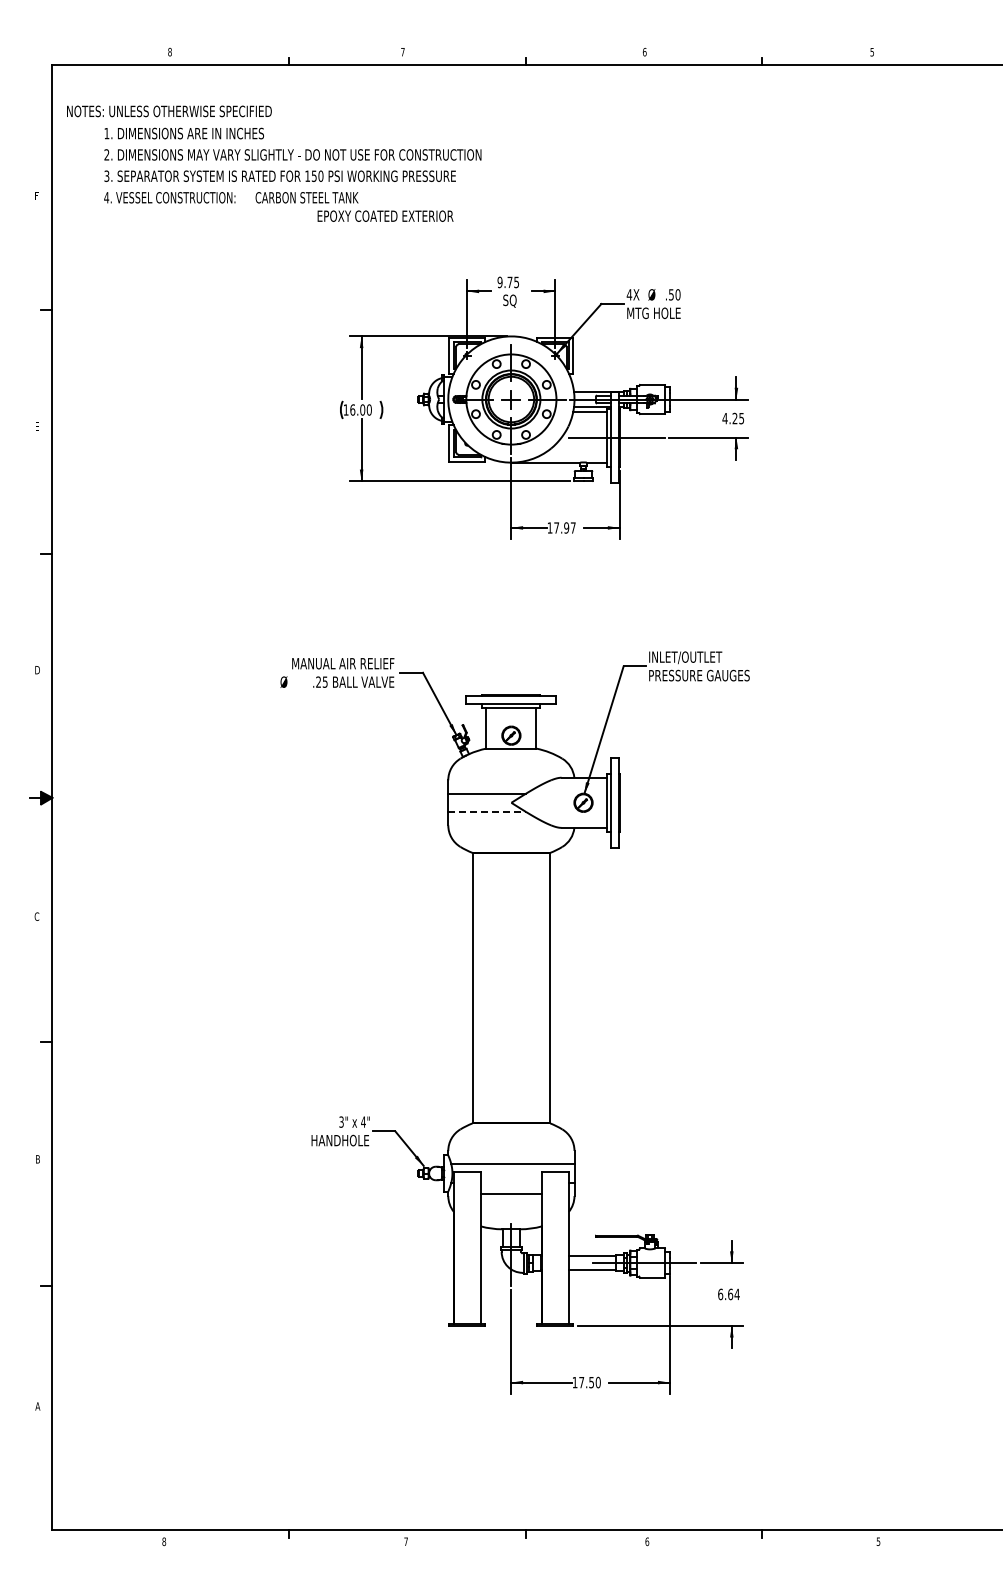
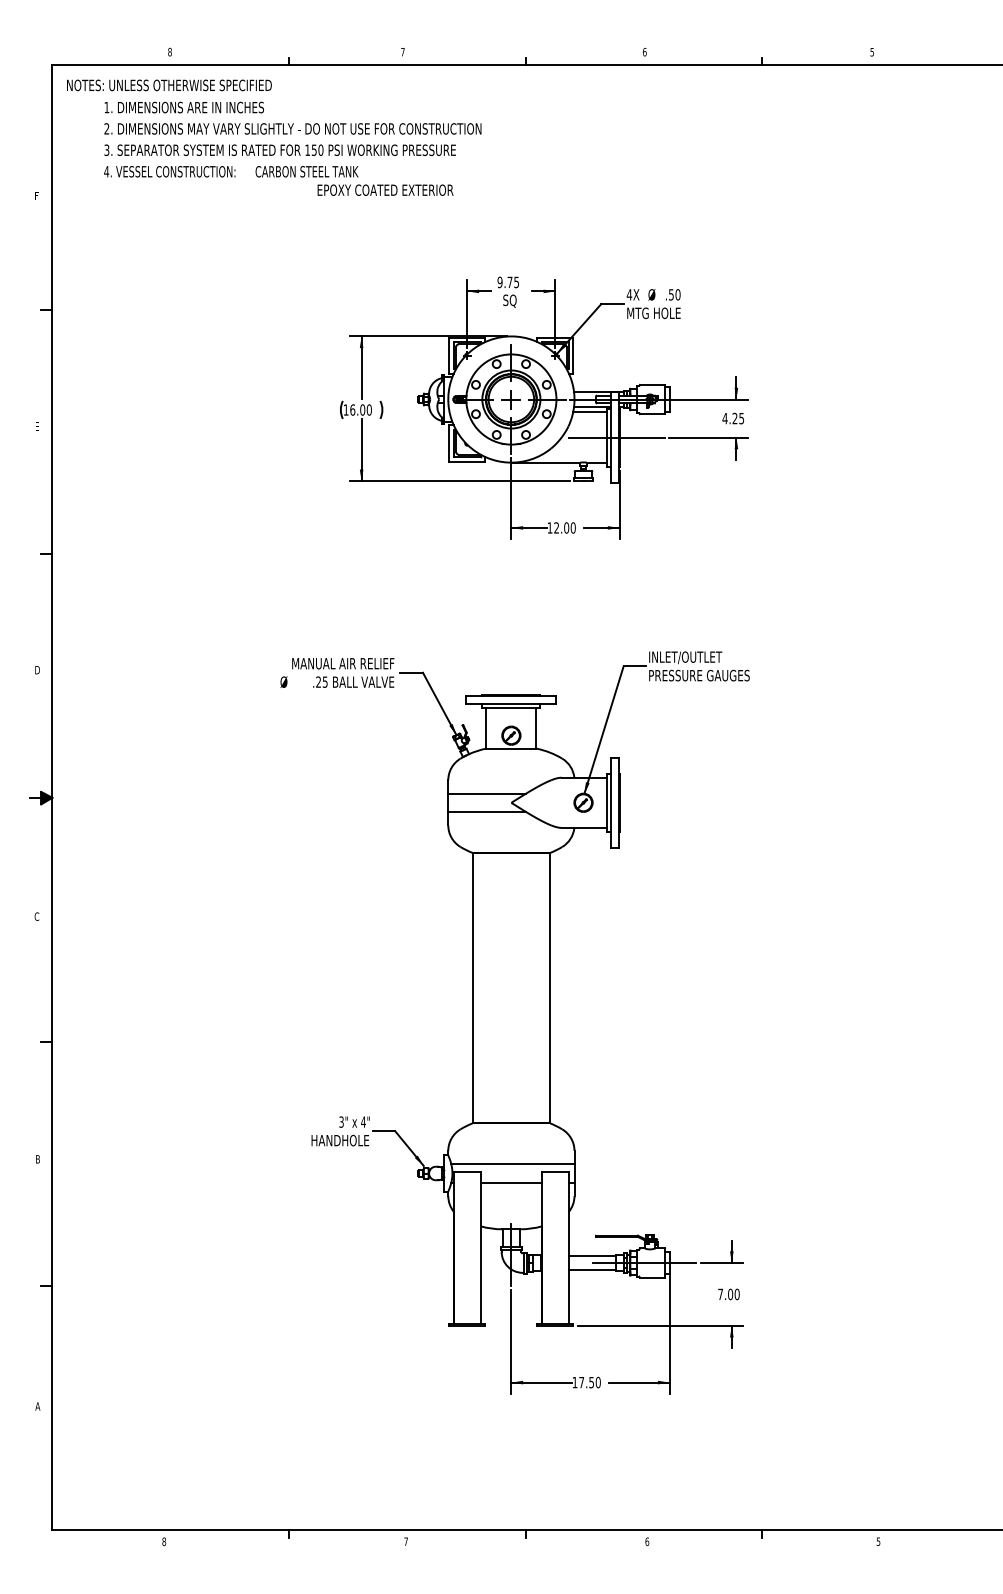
text at (274, 163) position: (274, 163) -> (274, 137)
text at (564, 527): 17.97 -> 12.00
line at (487, 811): dashed -> solid
line at (510, 1193) position: (510, 1193) -> (510, 1182)
text at (728, 1294): 6.64 -> 7.00
